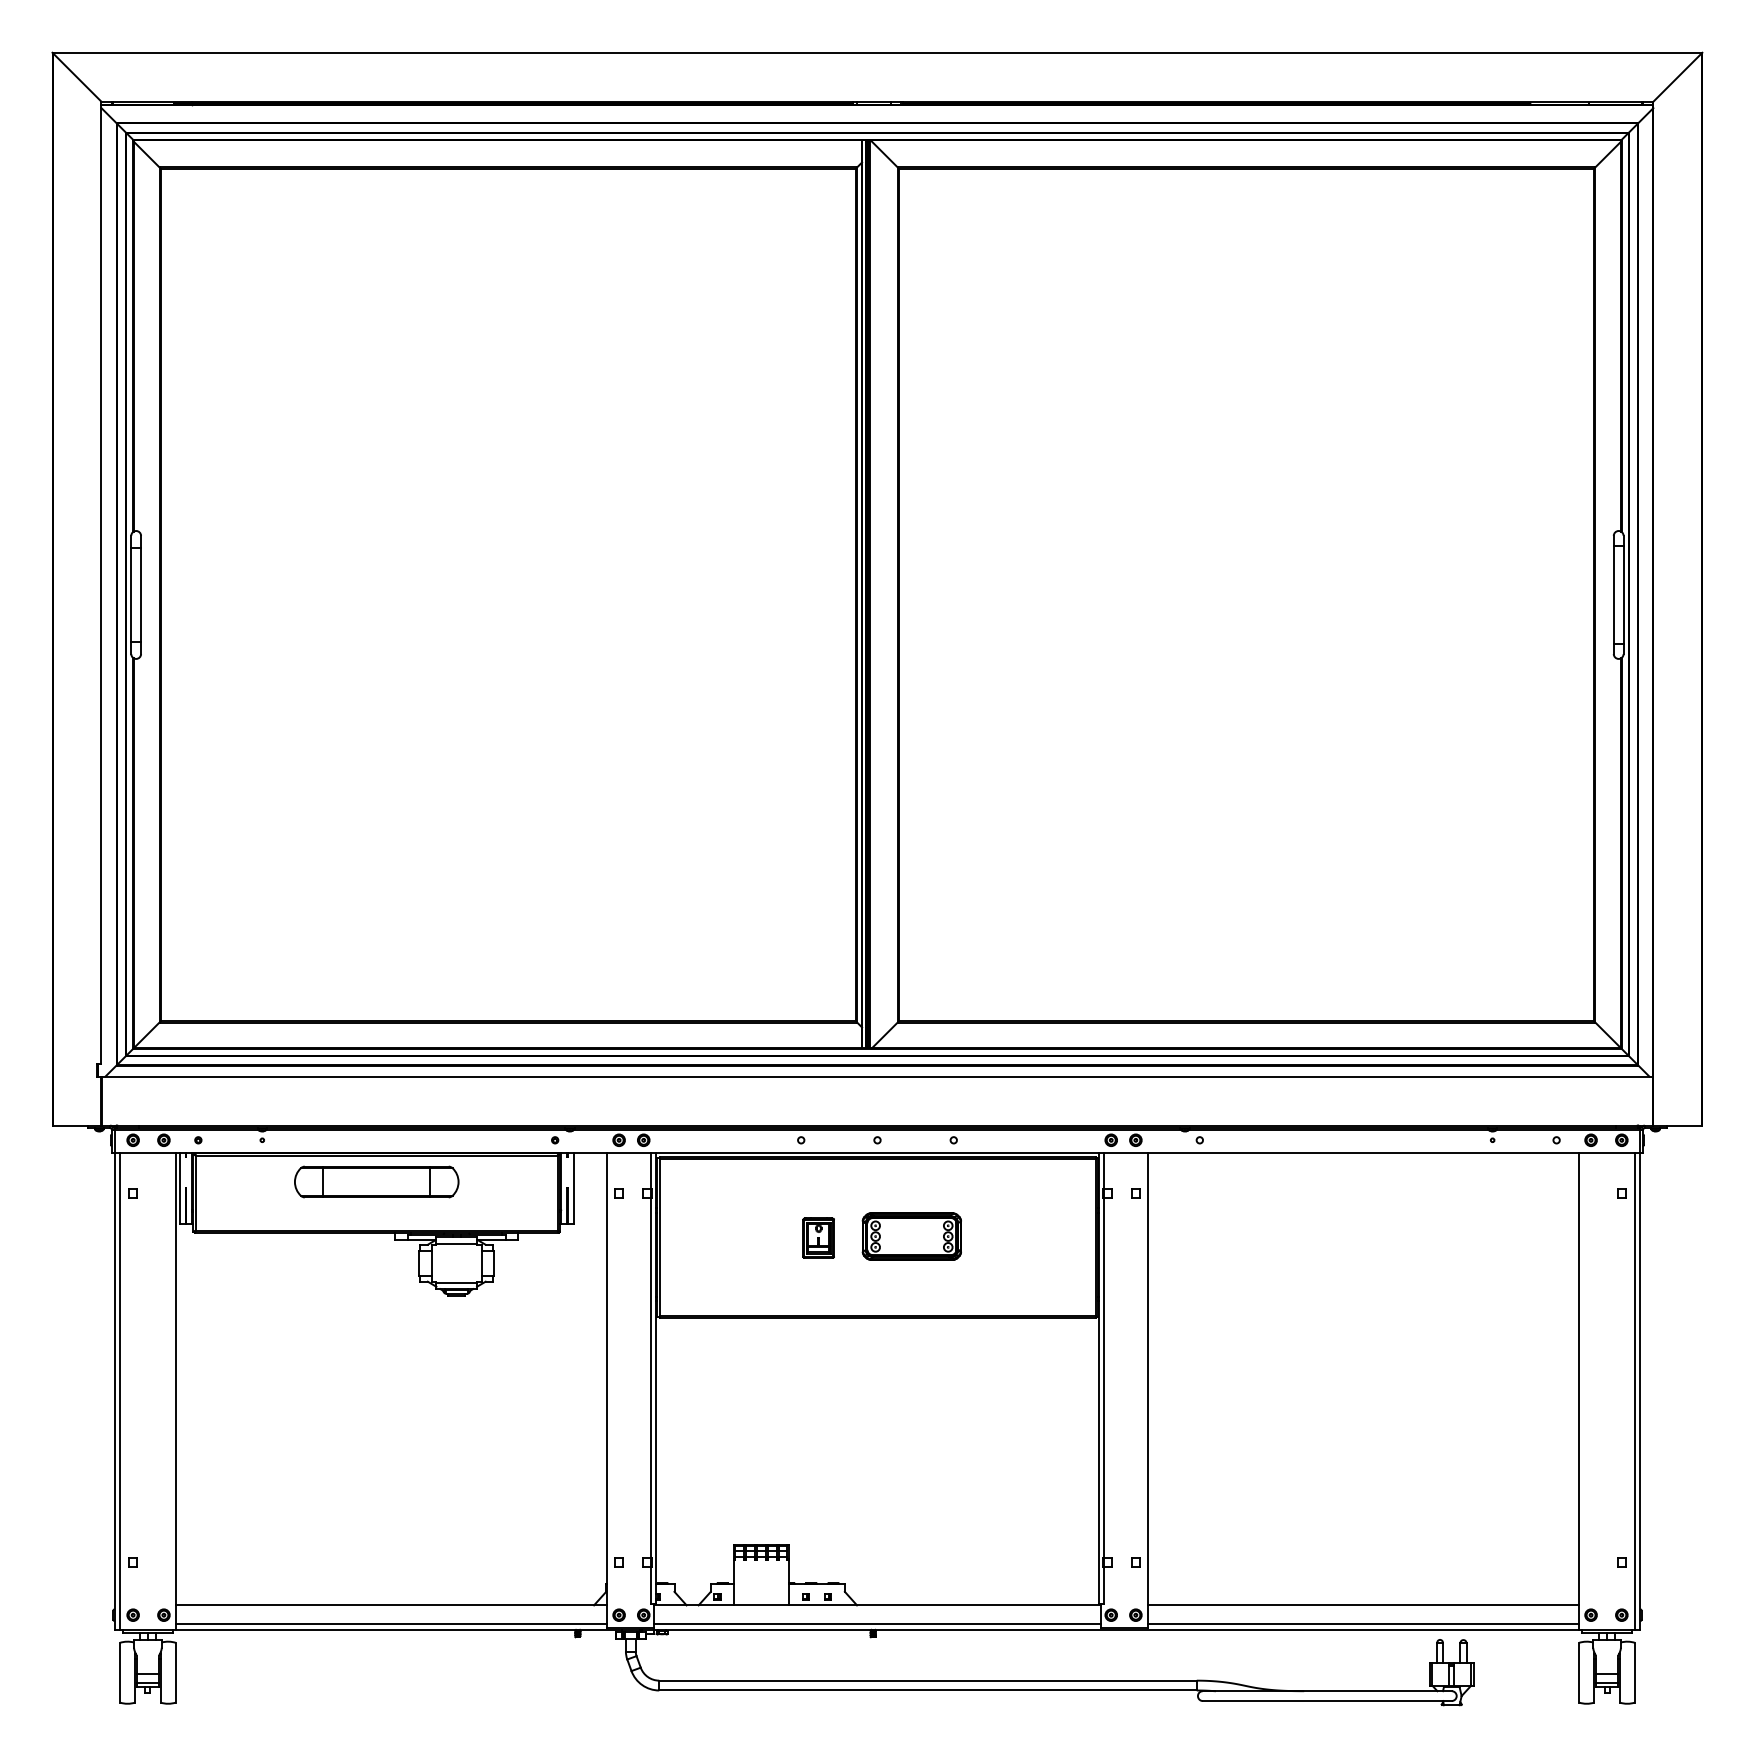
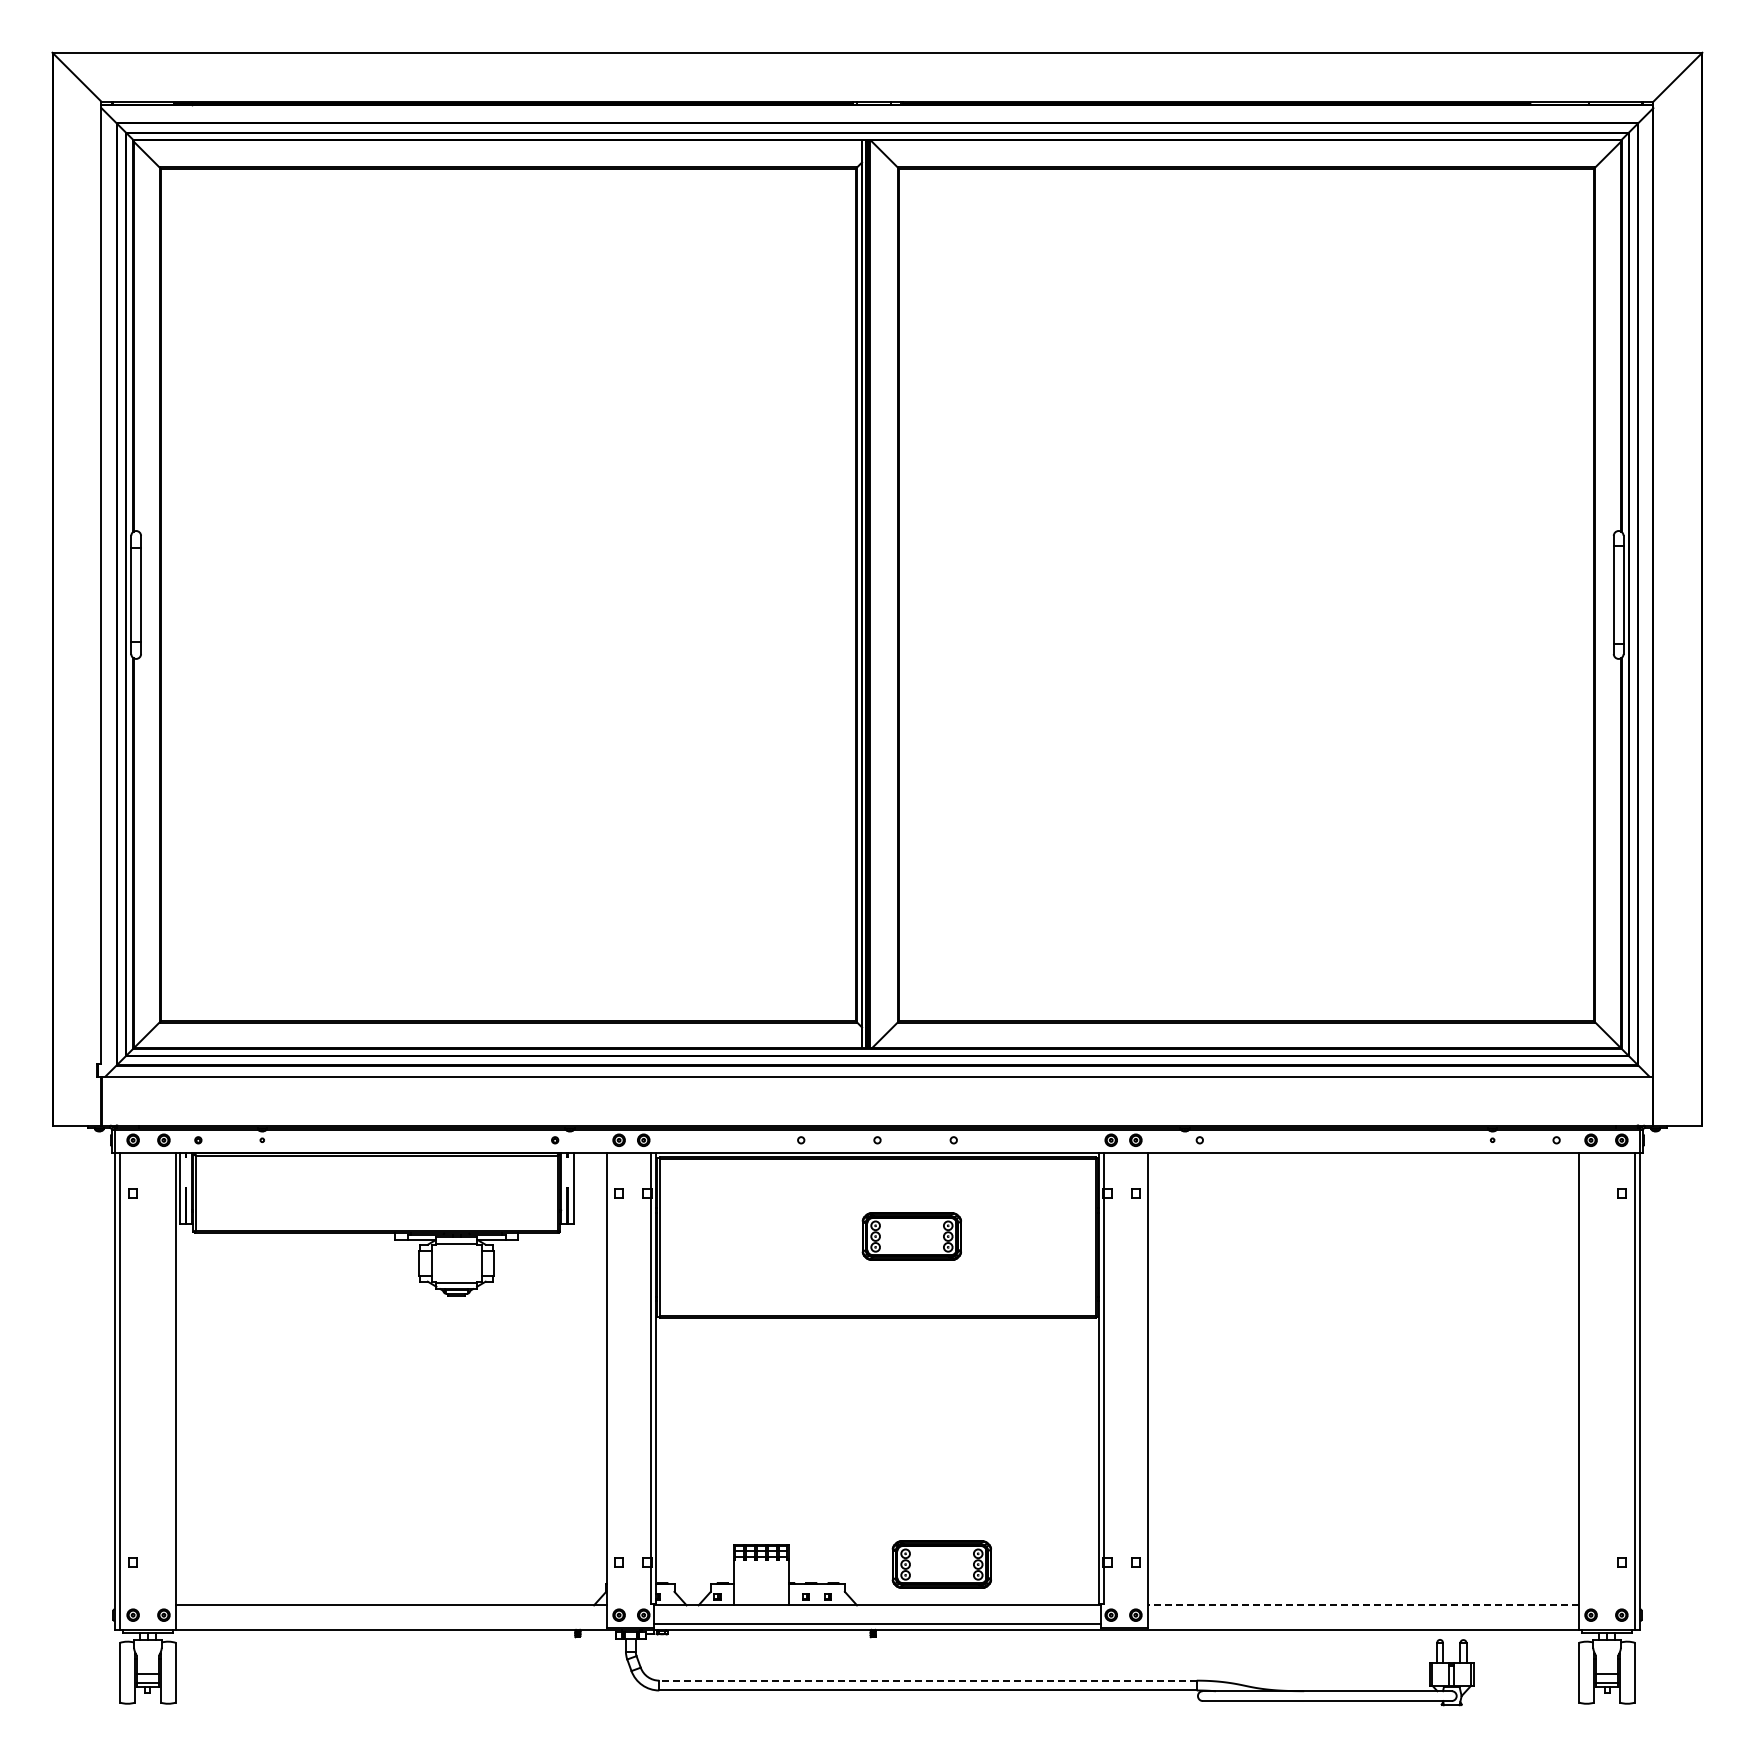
part at (376, 1181): present -> none
part at (818, 1237): present -> none
part at (941, 1564): none -> present
line at (1362, 1605): solid -> dashed
line at (391, 1623): present -> none
line at (1363, 1623): present -> none
line at (928, 1680): solid -> dashed
